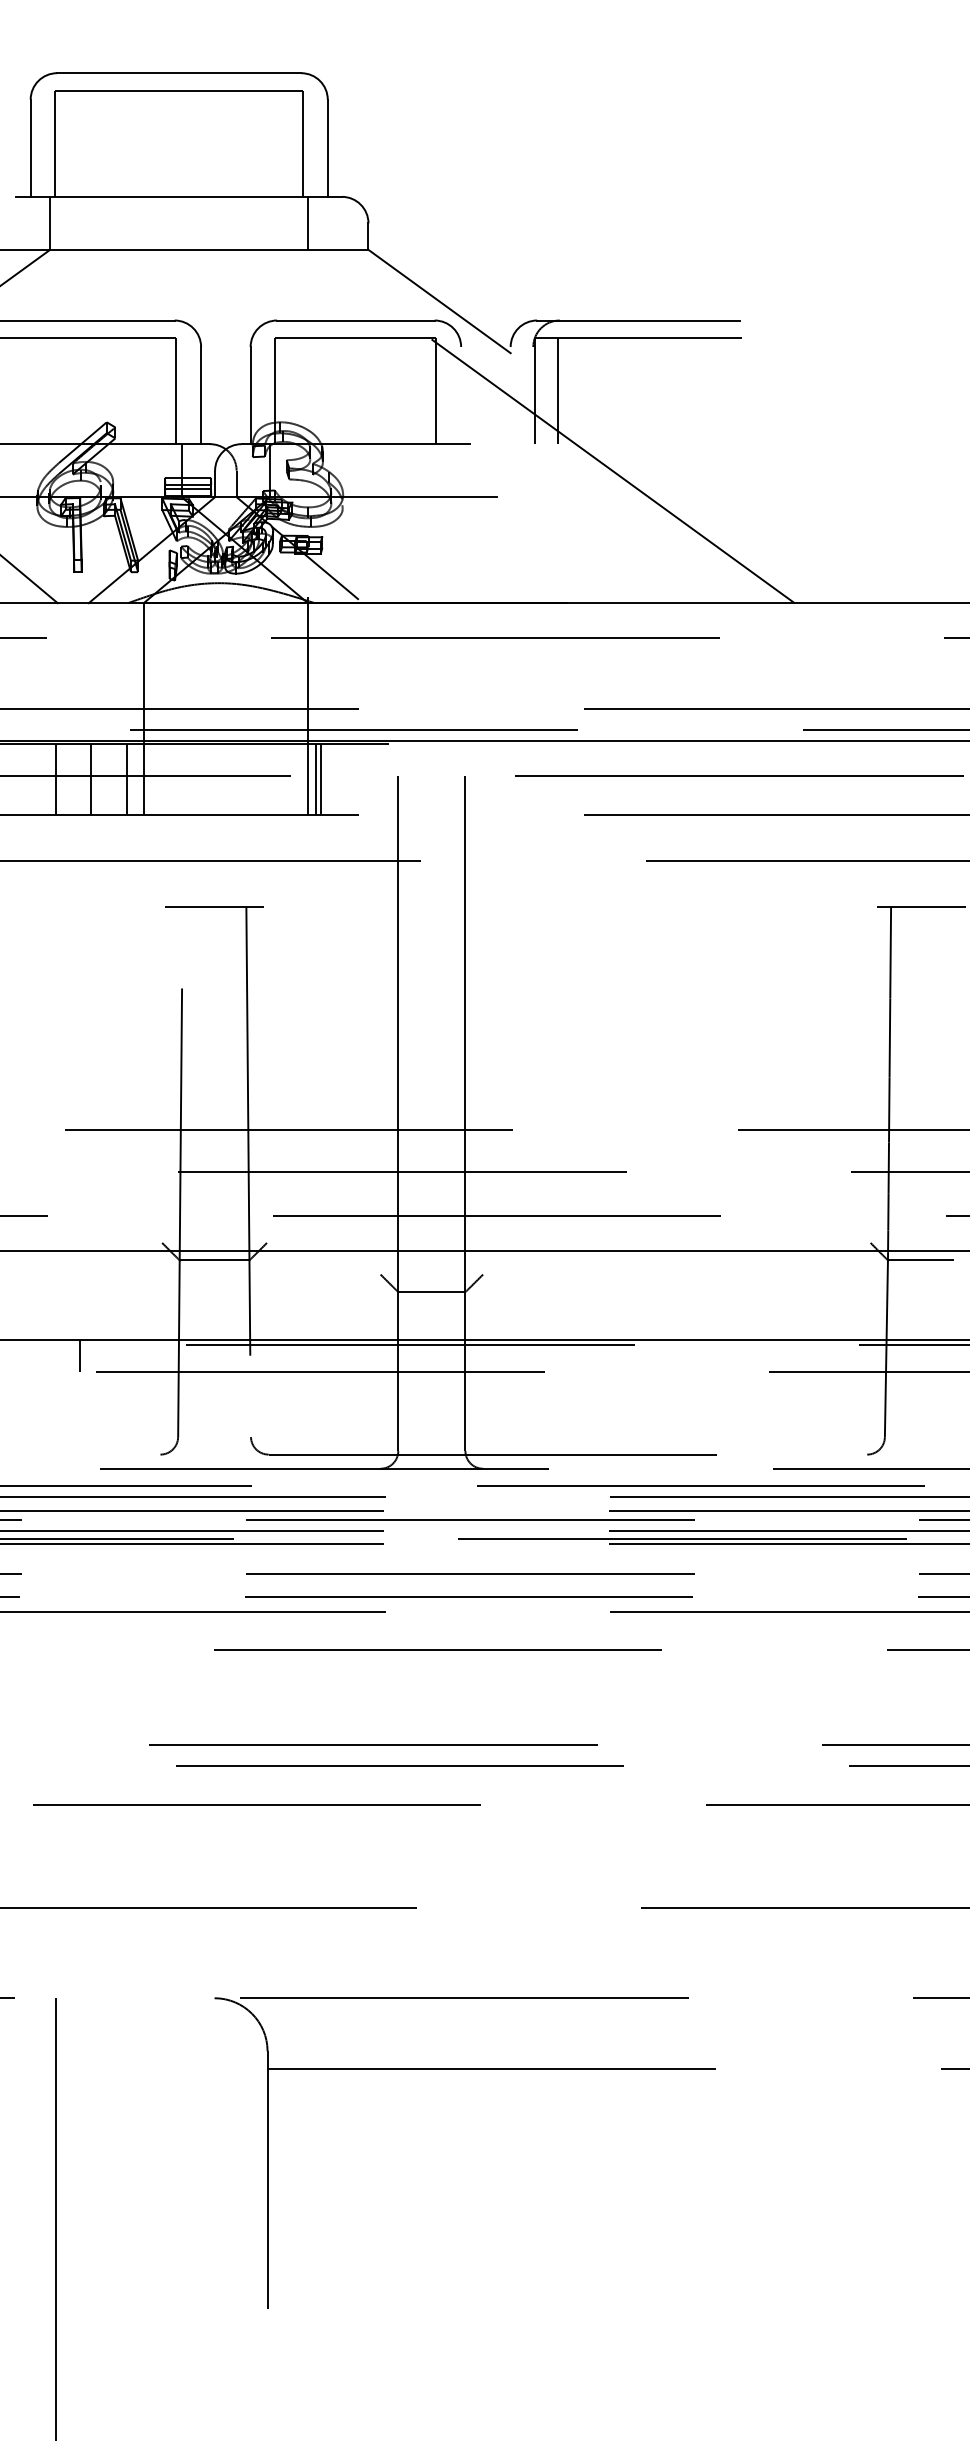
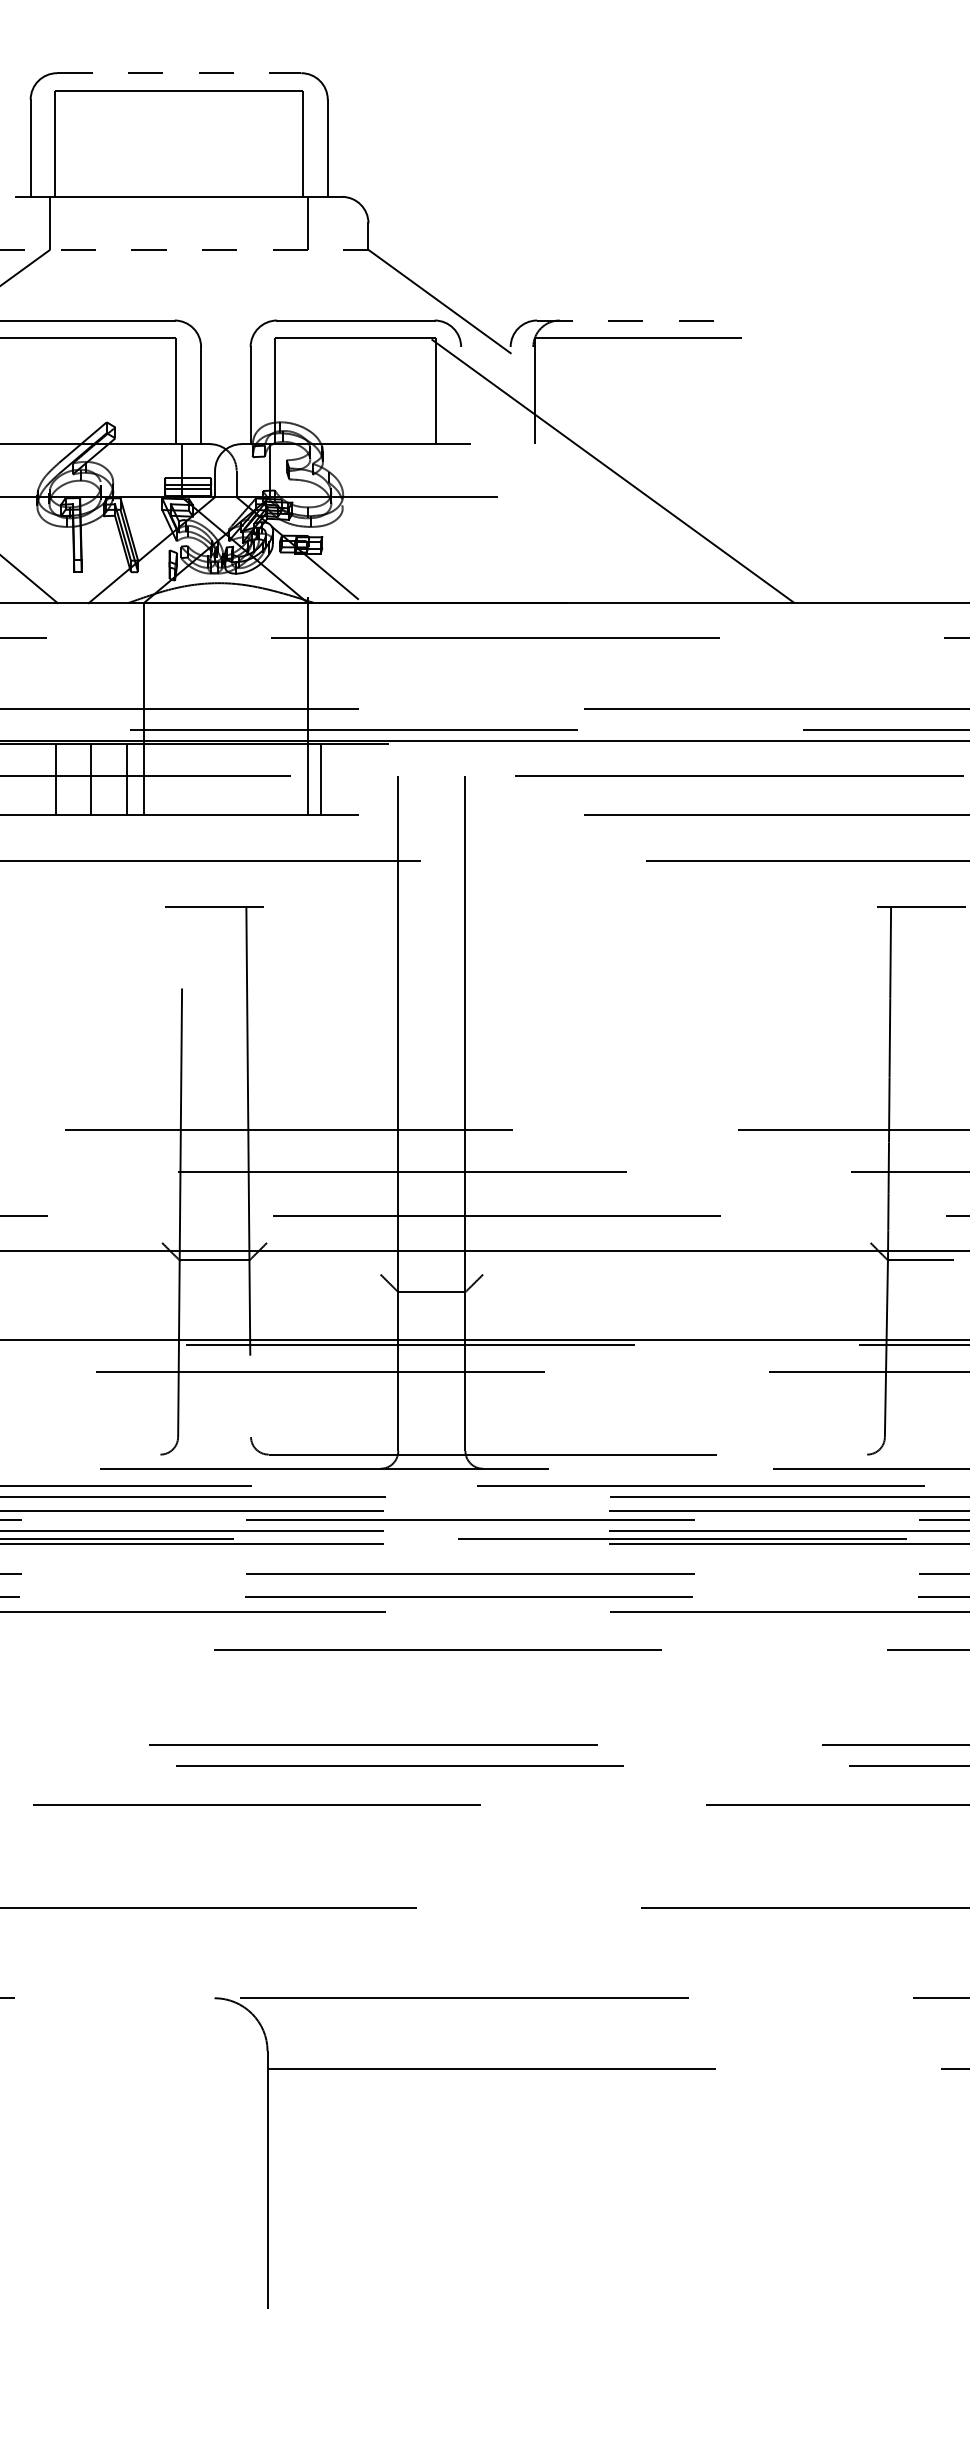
line at (179, 73): solid -> dashed
line at (184, 249): solid -> dashed
line at (639, 320): solid -> dashed
line at (558, 391): present -> none
line at (316, 779): present -> none
line at (79, 1355): present -> none
line at (55, 2217): present -> none
